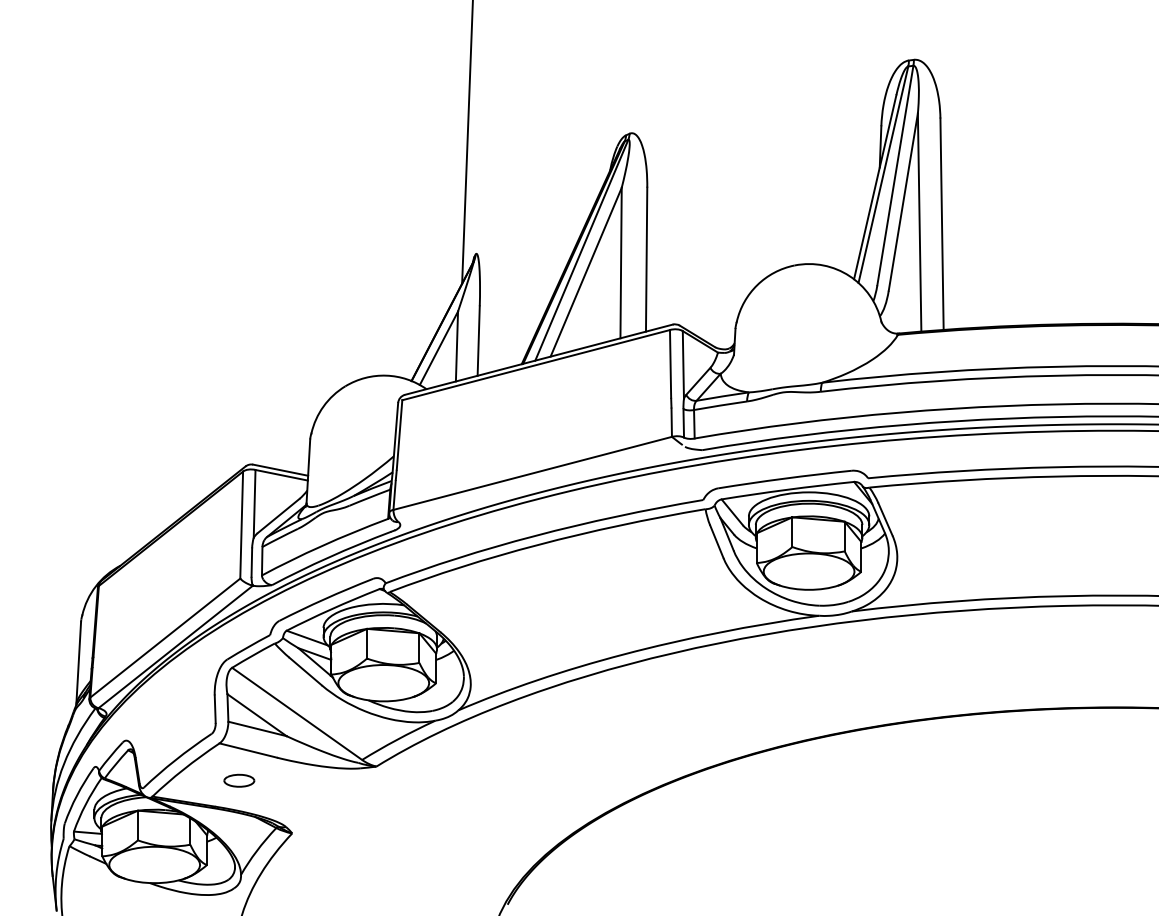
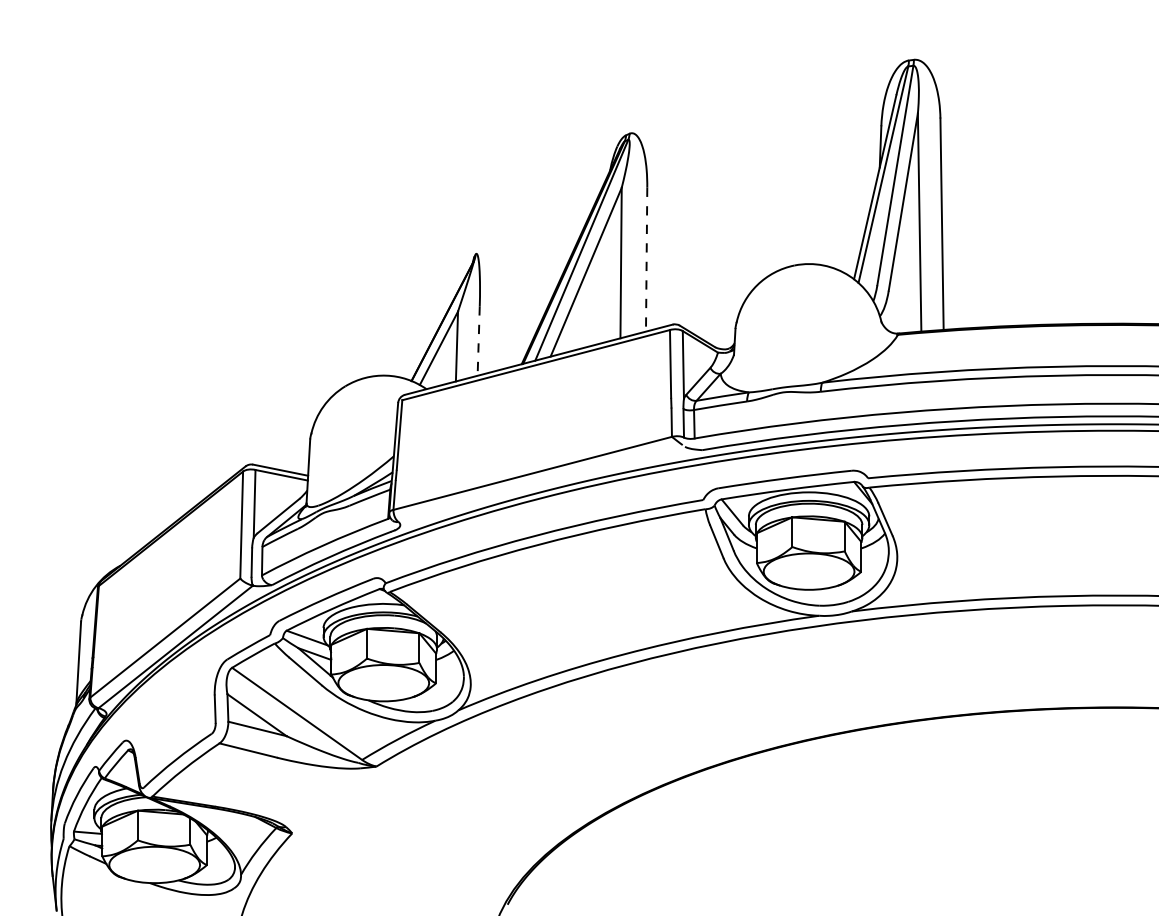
line at (467, 142): present -> none
line at (646, 259): solid -> dashed
line at (478, 341): solid -> dashed
part at (239, 780): present -> none
